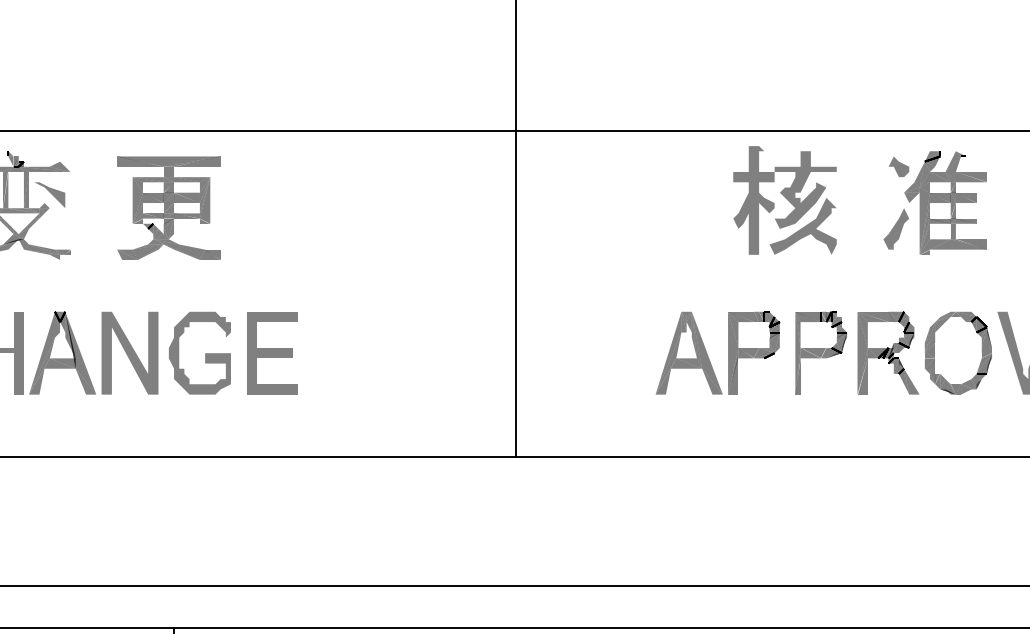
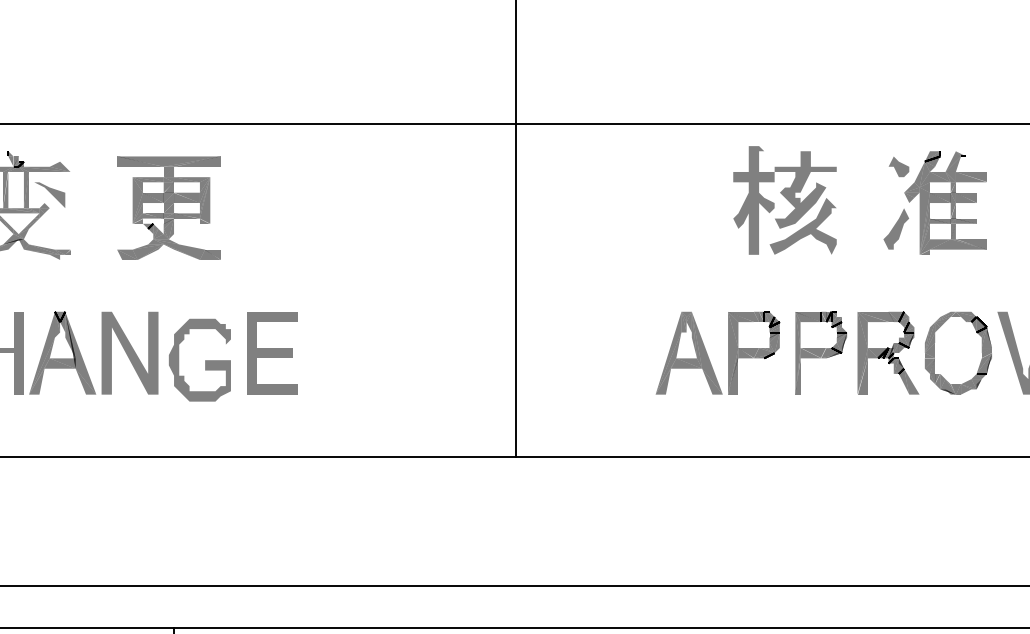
line at (514, 130) position: (514, 130) -> (514, 123)
part at (199, 353) position: (199, 353) -> (199, 360)
